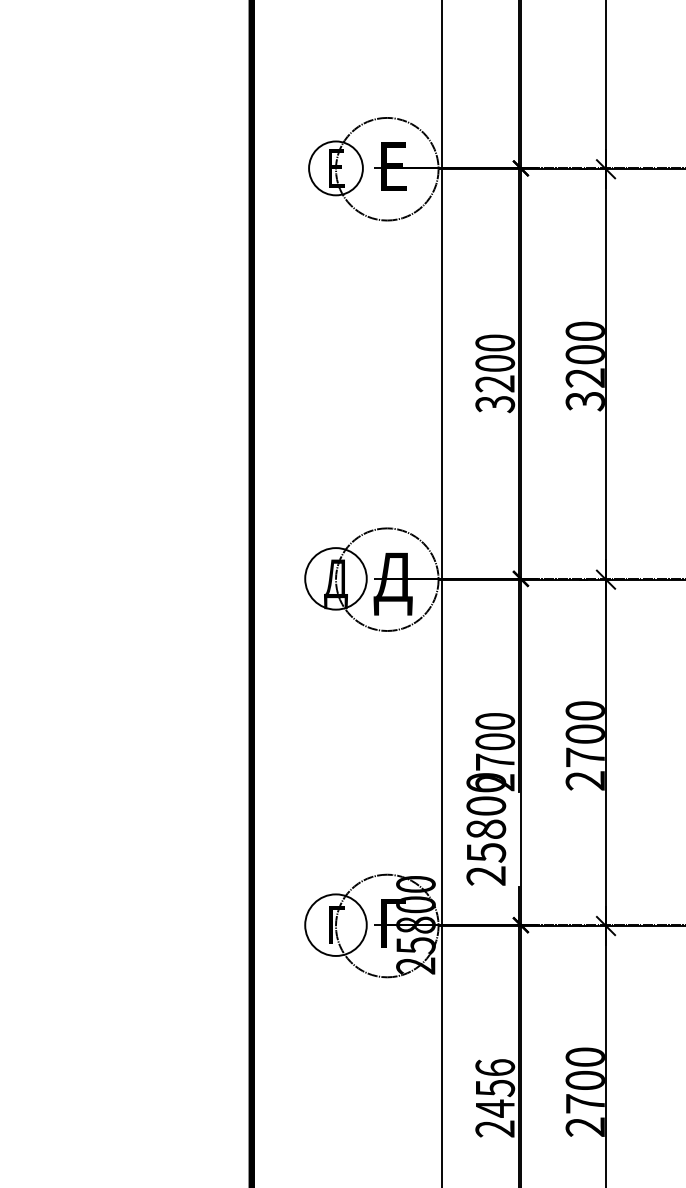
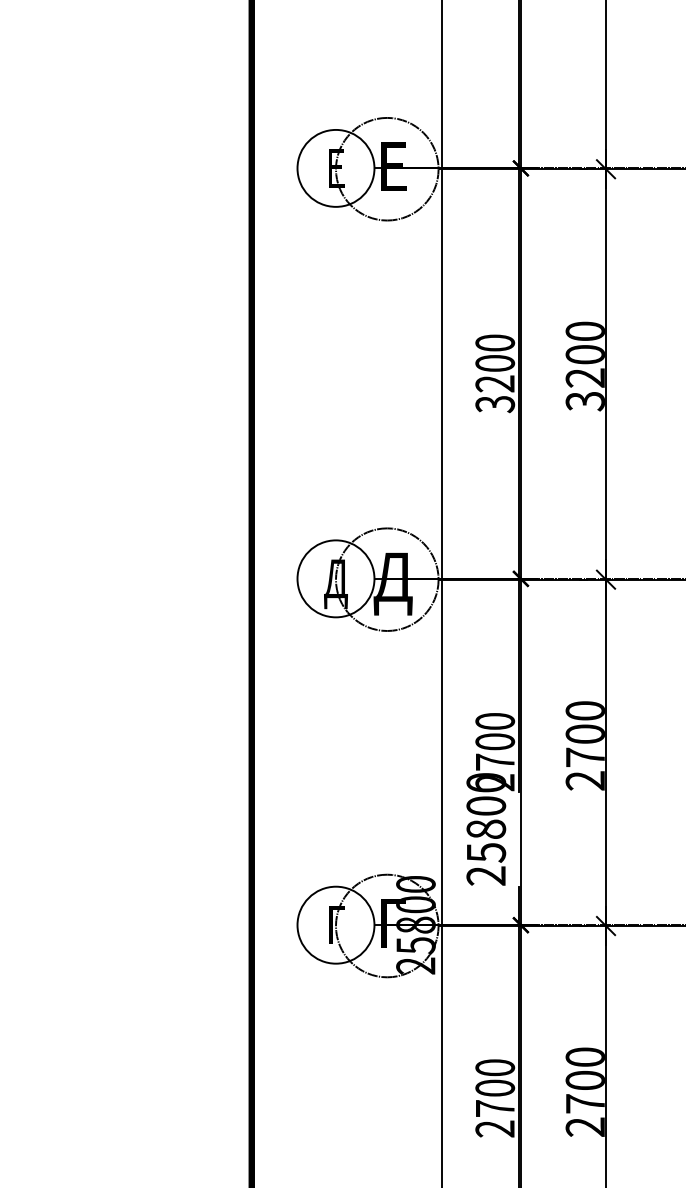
circle at (335, 168) diameter: 54 px -> 77 px
circle at (335, 578) diameter: 62 px -> 77 px
circle at (335, 924) diameter: 62 px -> 77 px
text at (495, 1088): 2456 -> 2700
